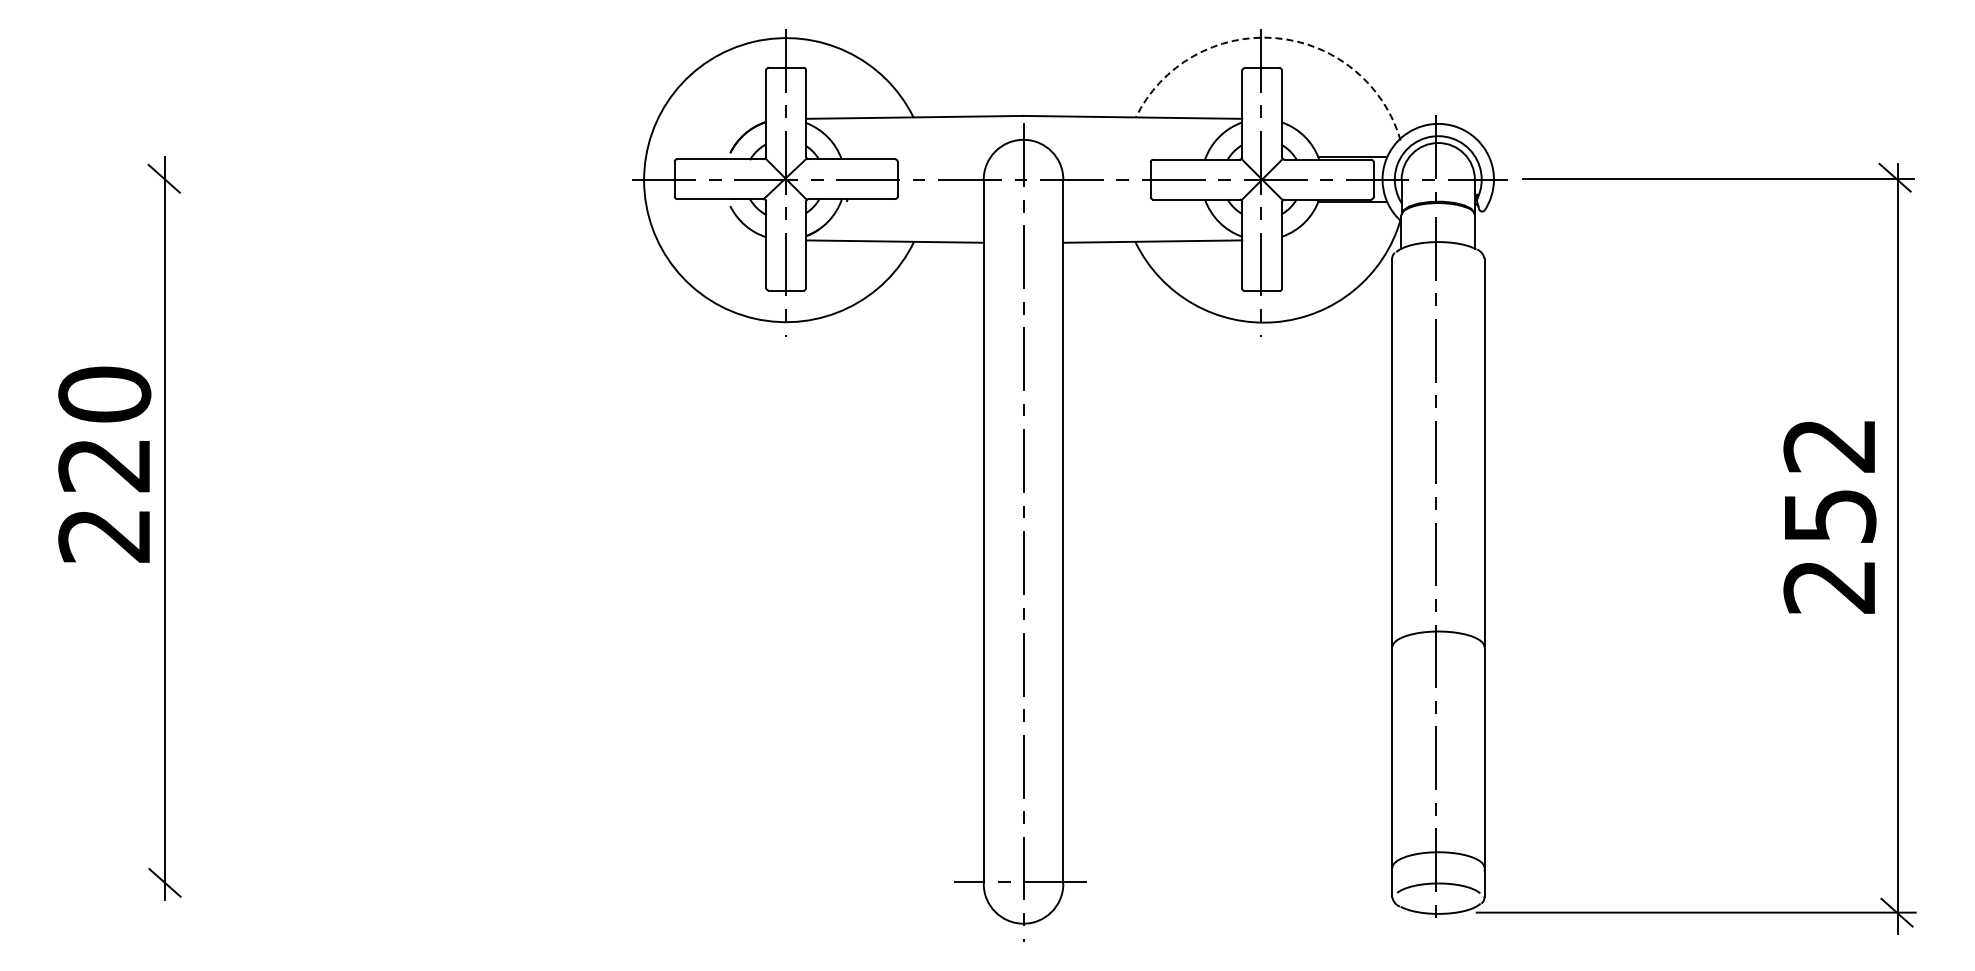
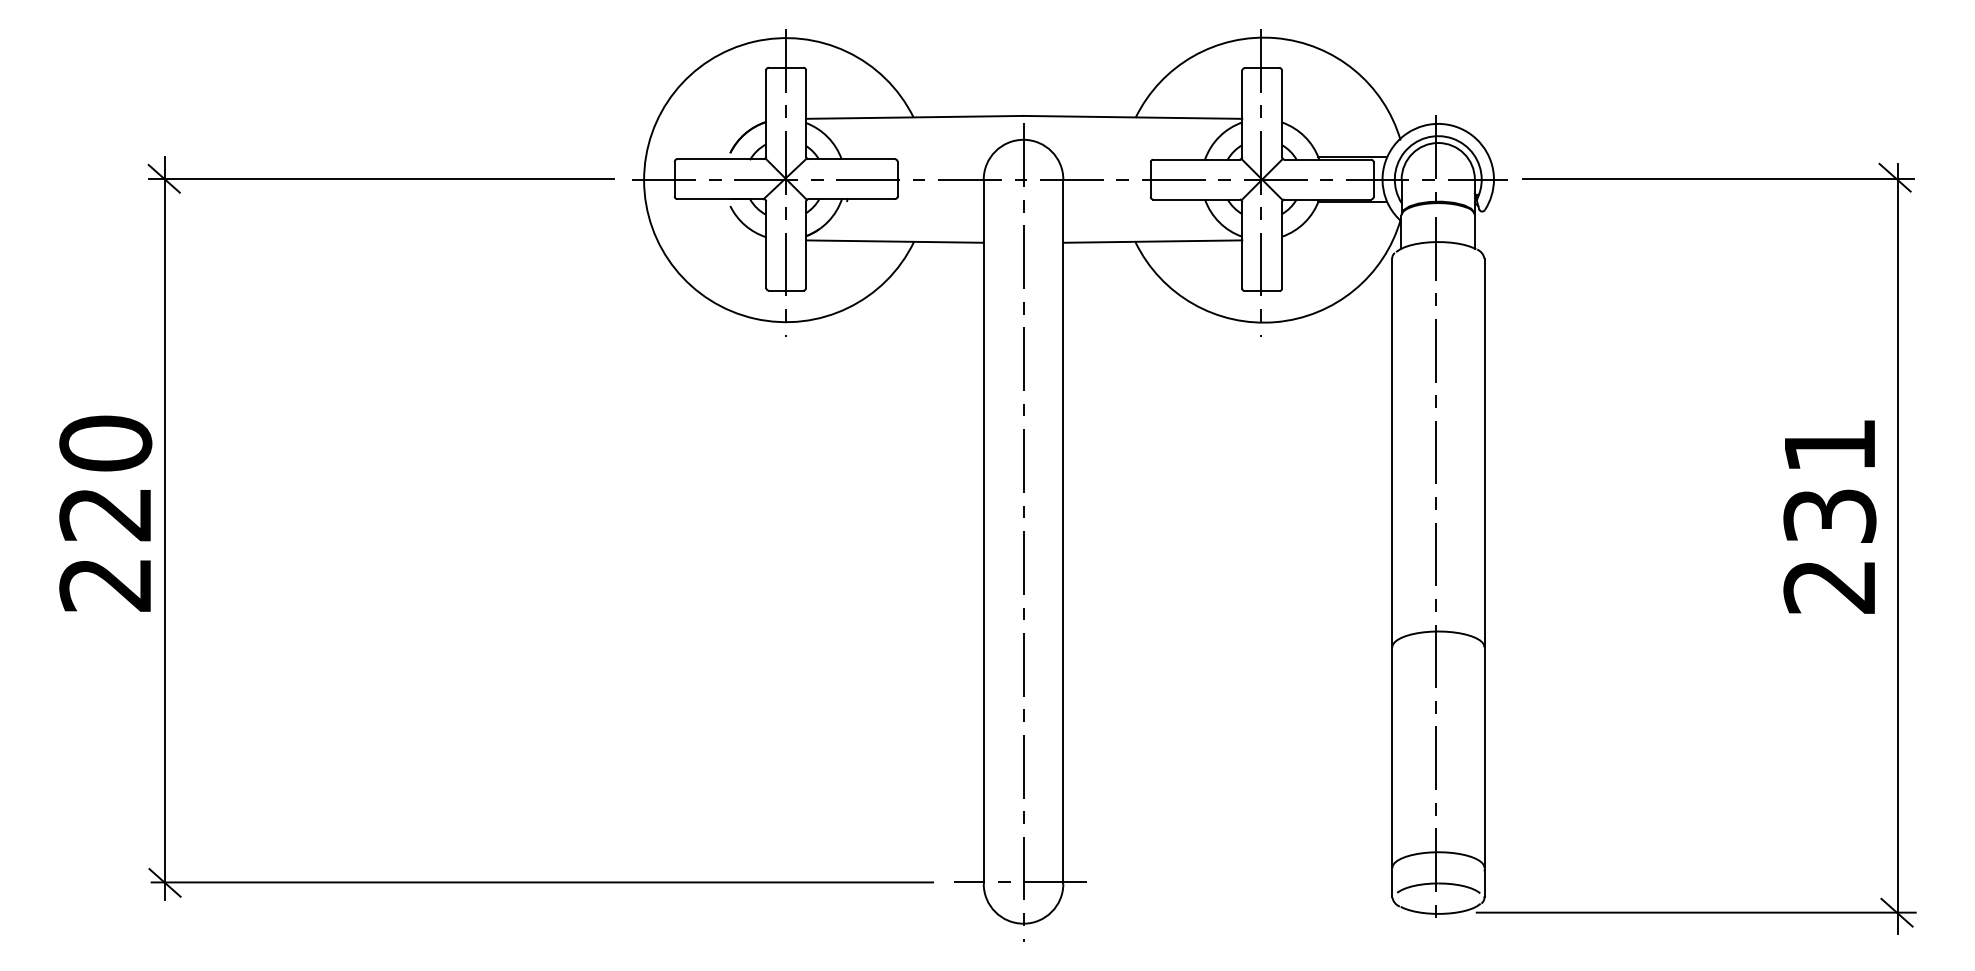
arc at (1275, 38): dashed -> solid
line at (381, 179): none -> present
text at (104, 464) position: (104, 464) -> (105, 513)
text at (1829, 481): 252 -> 231
line at (542, 882): none -> present
